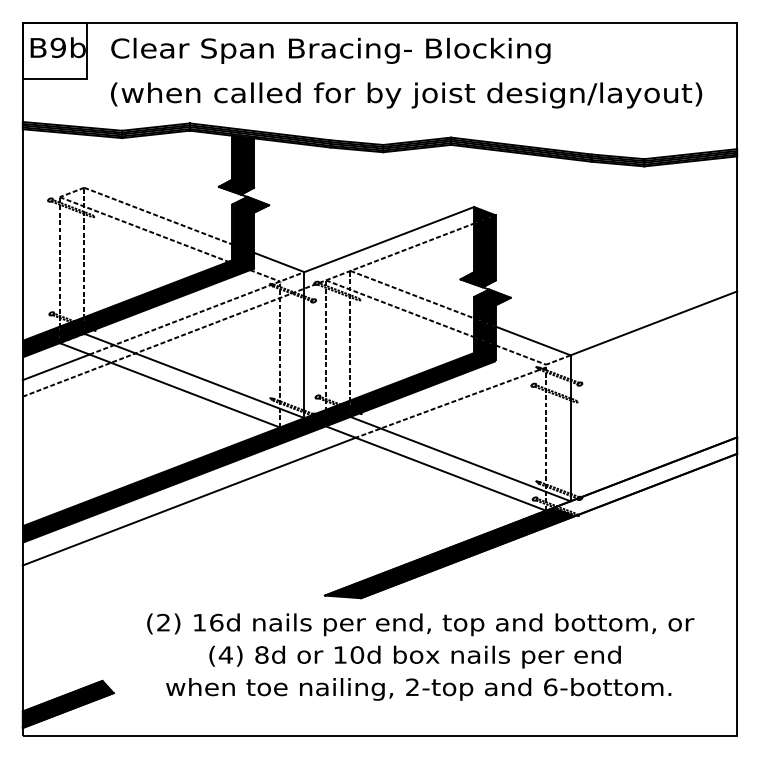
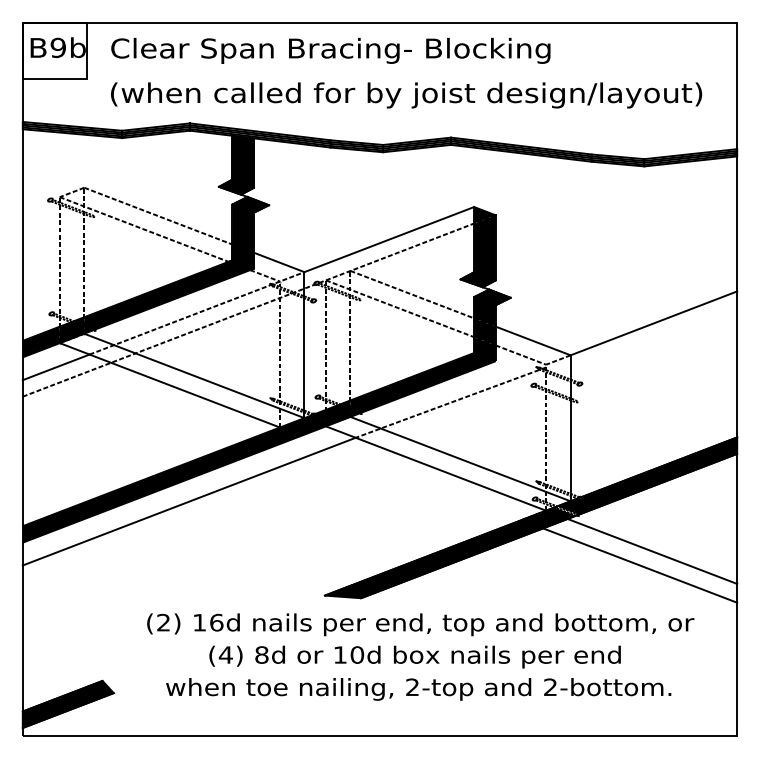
fill at (647, 475): none -> present
line at (652, 550): none -> present
line at (640, 565): none -> present
text at (550, 687): 6-bottom. -> 2-bottom.
